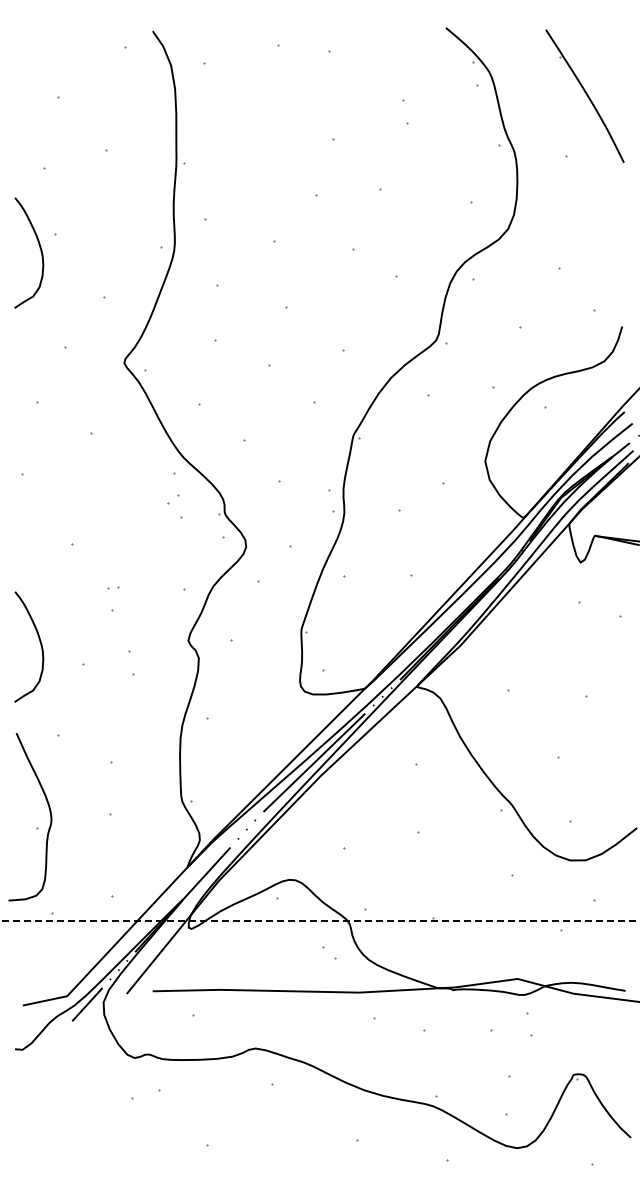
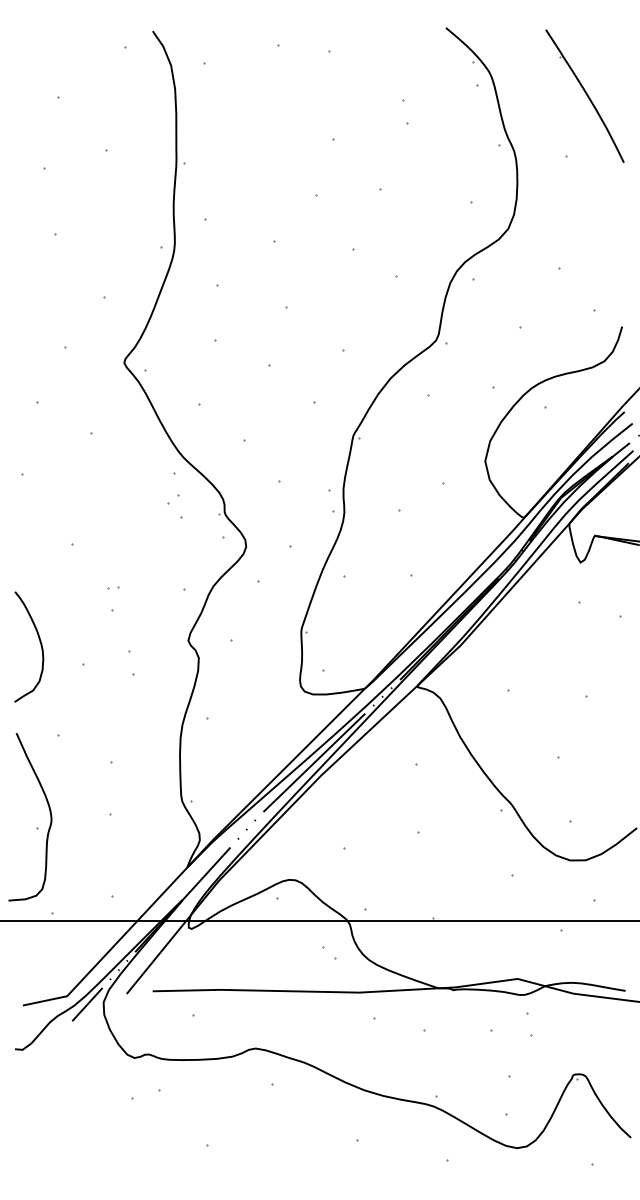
curve at (39, 248): present -> none
line at (320, 921): dashed -> solid
